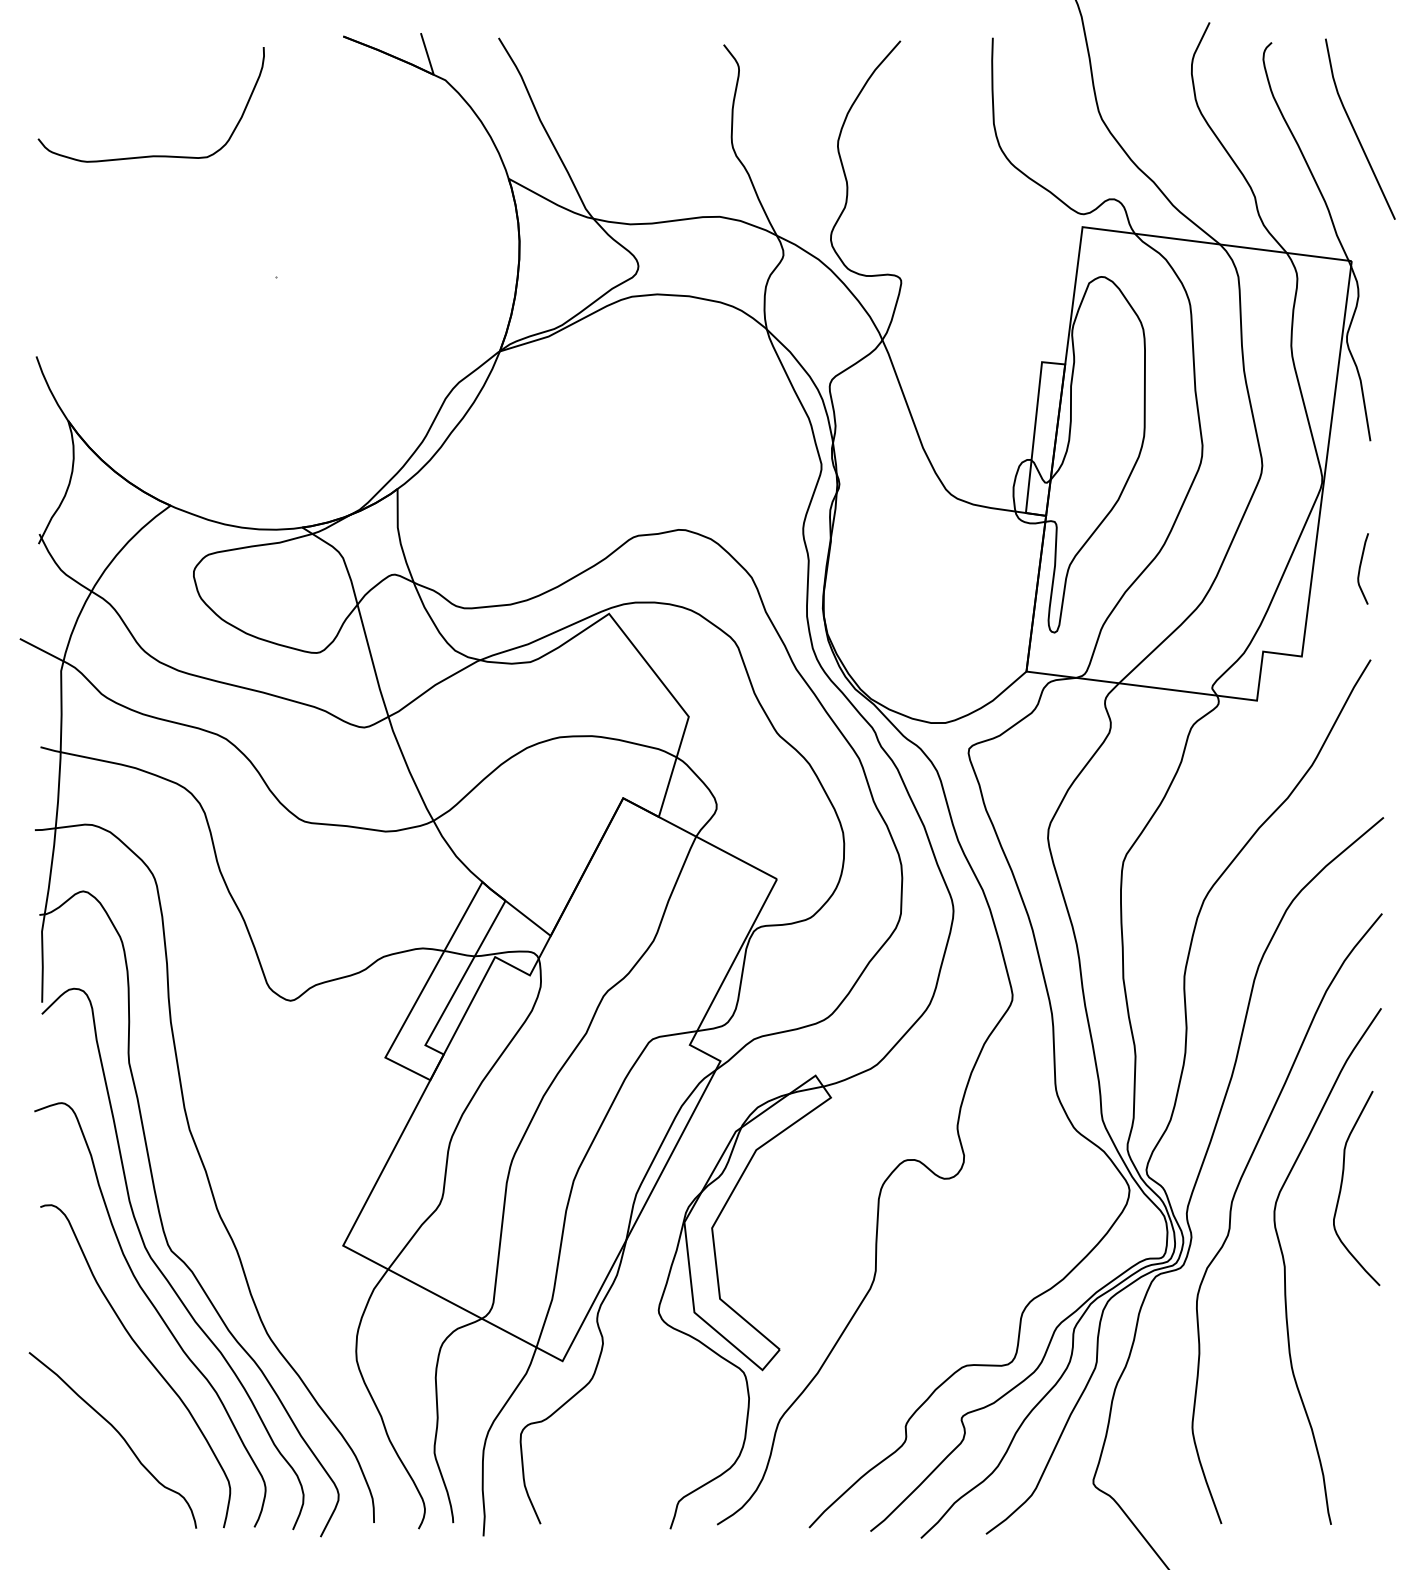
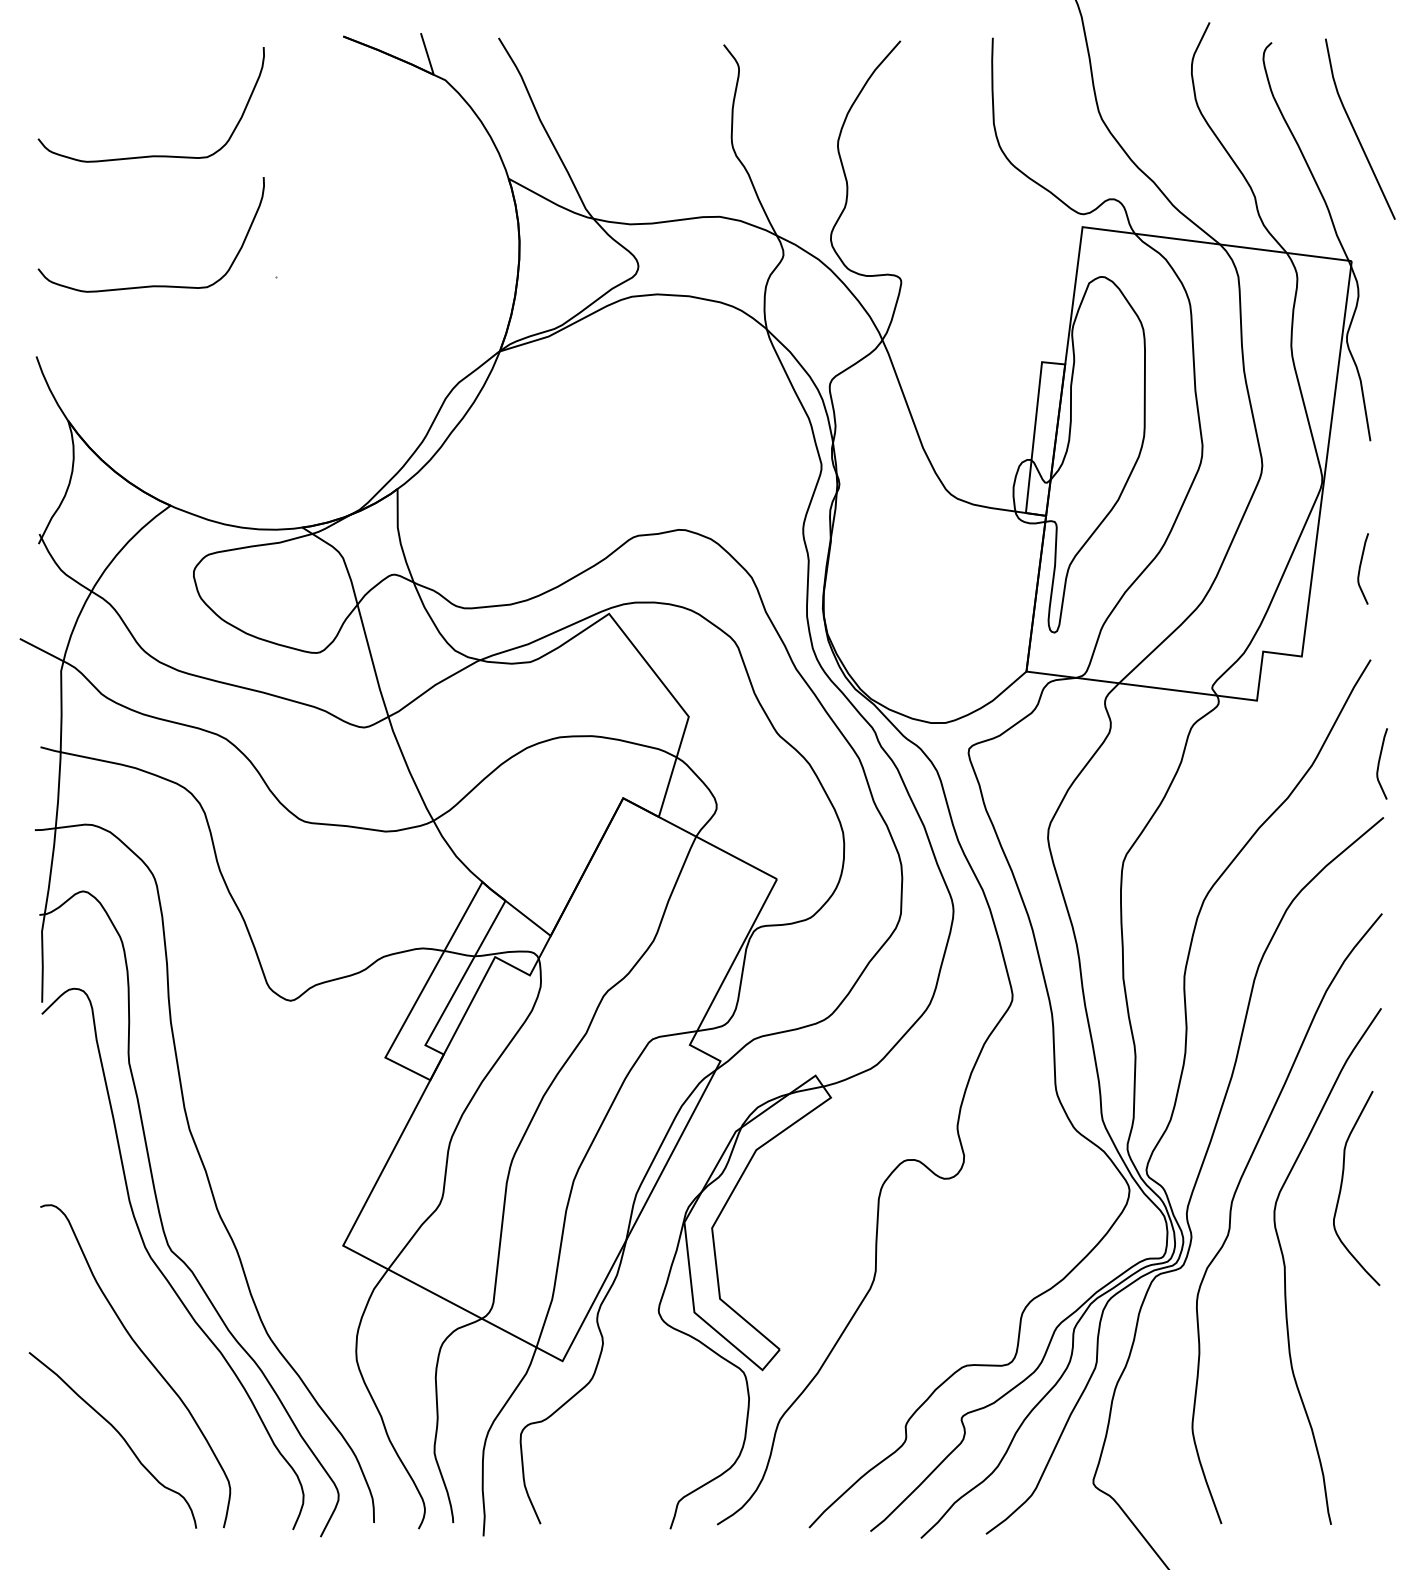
curve at (150, 285): none -> present
curve at (1379, 763): none -> present
curve at (156, 1312): present -> none
